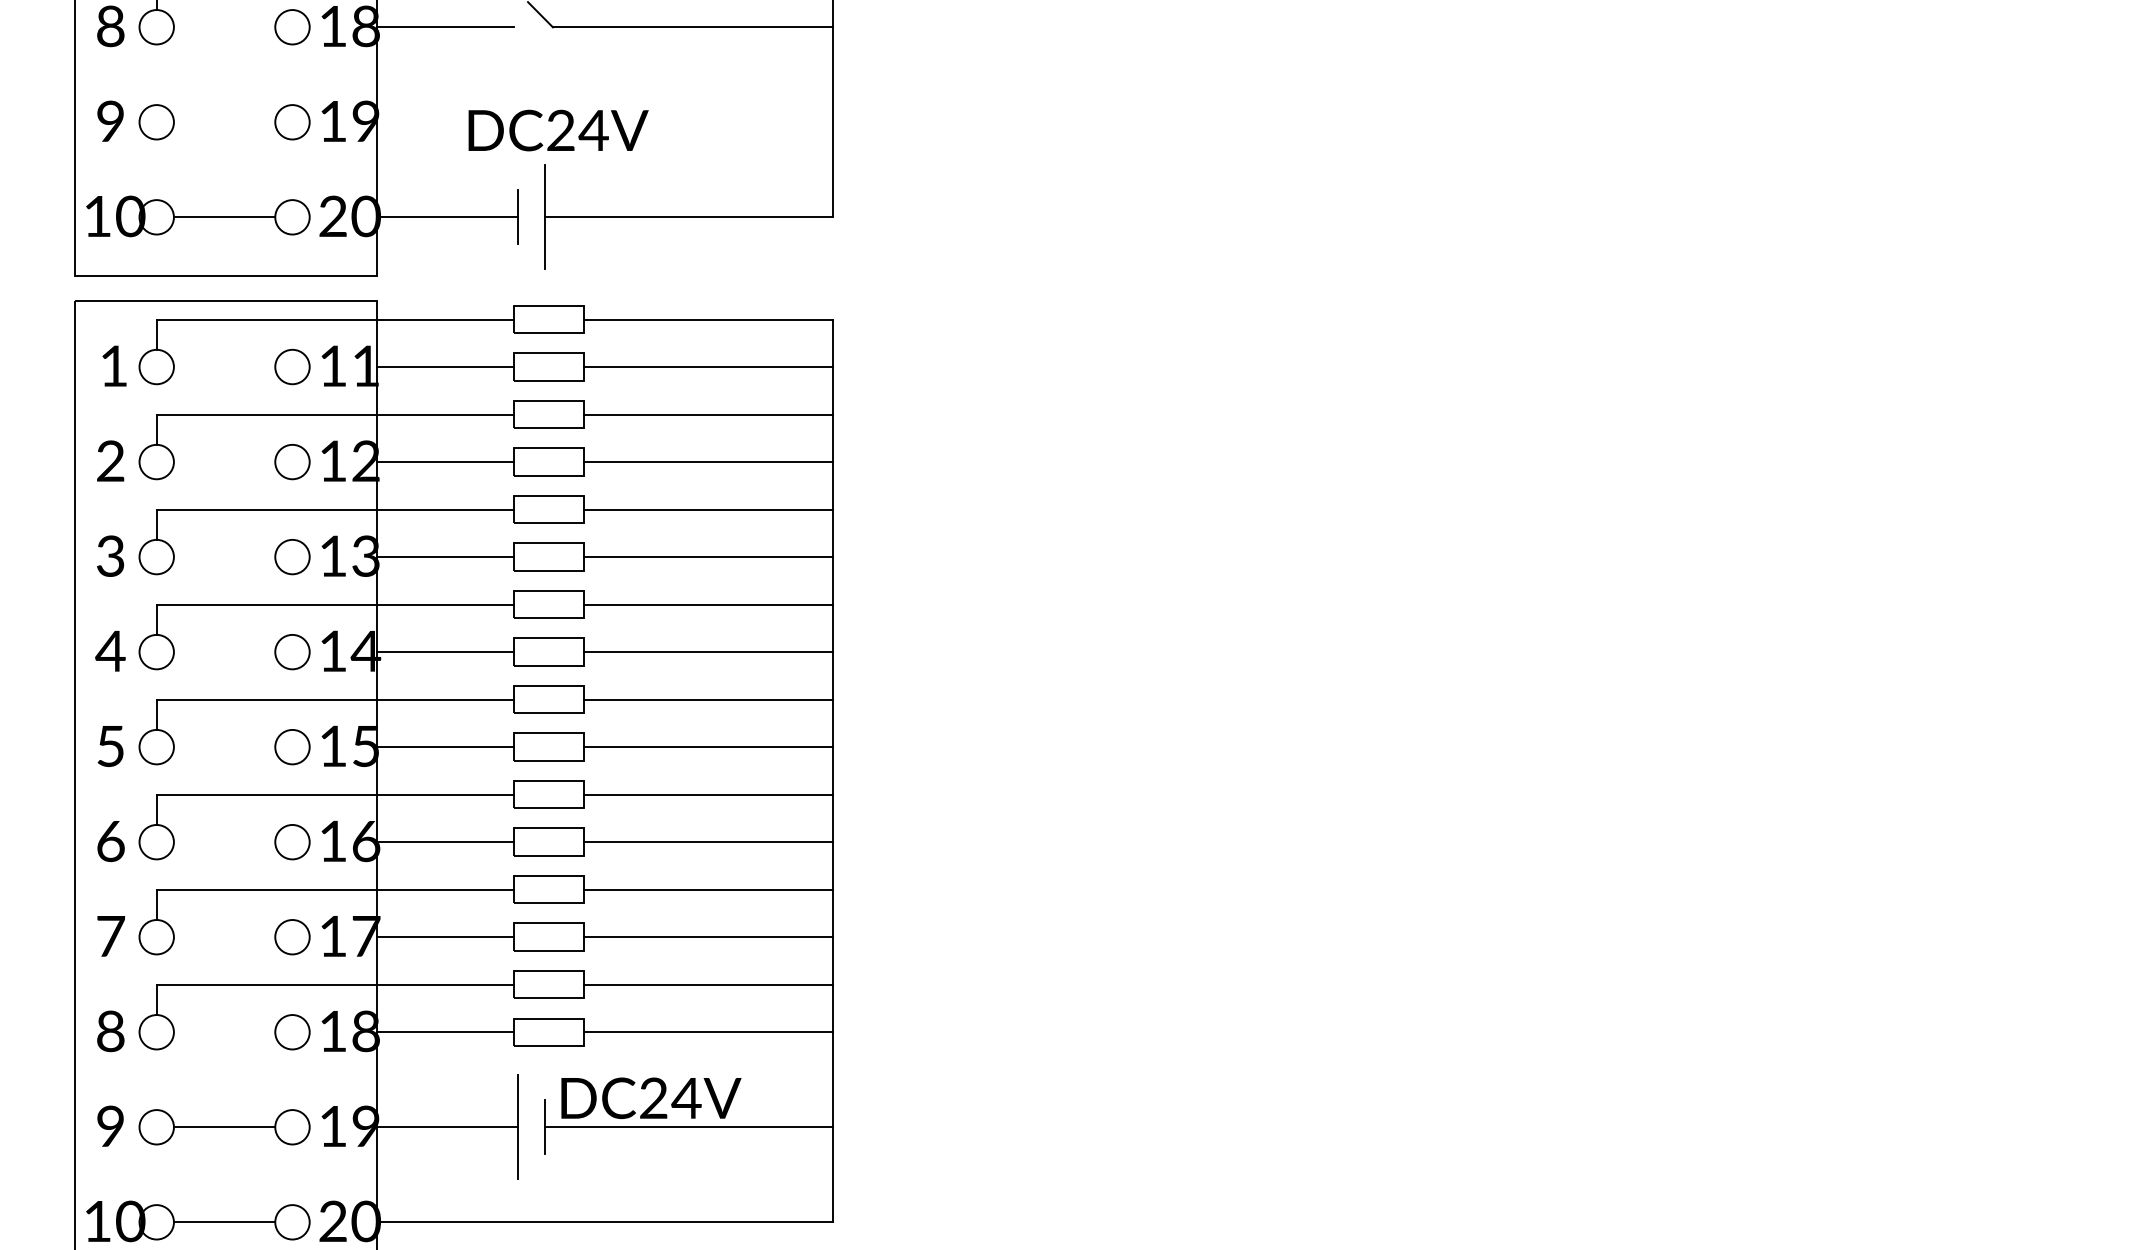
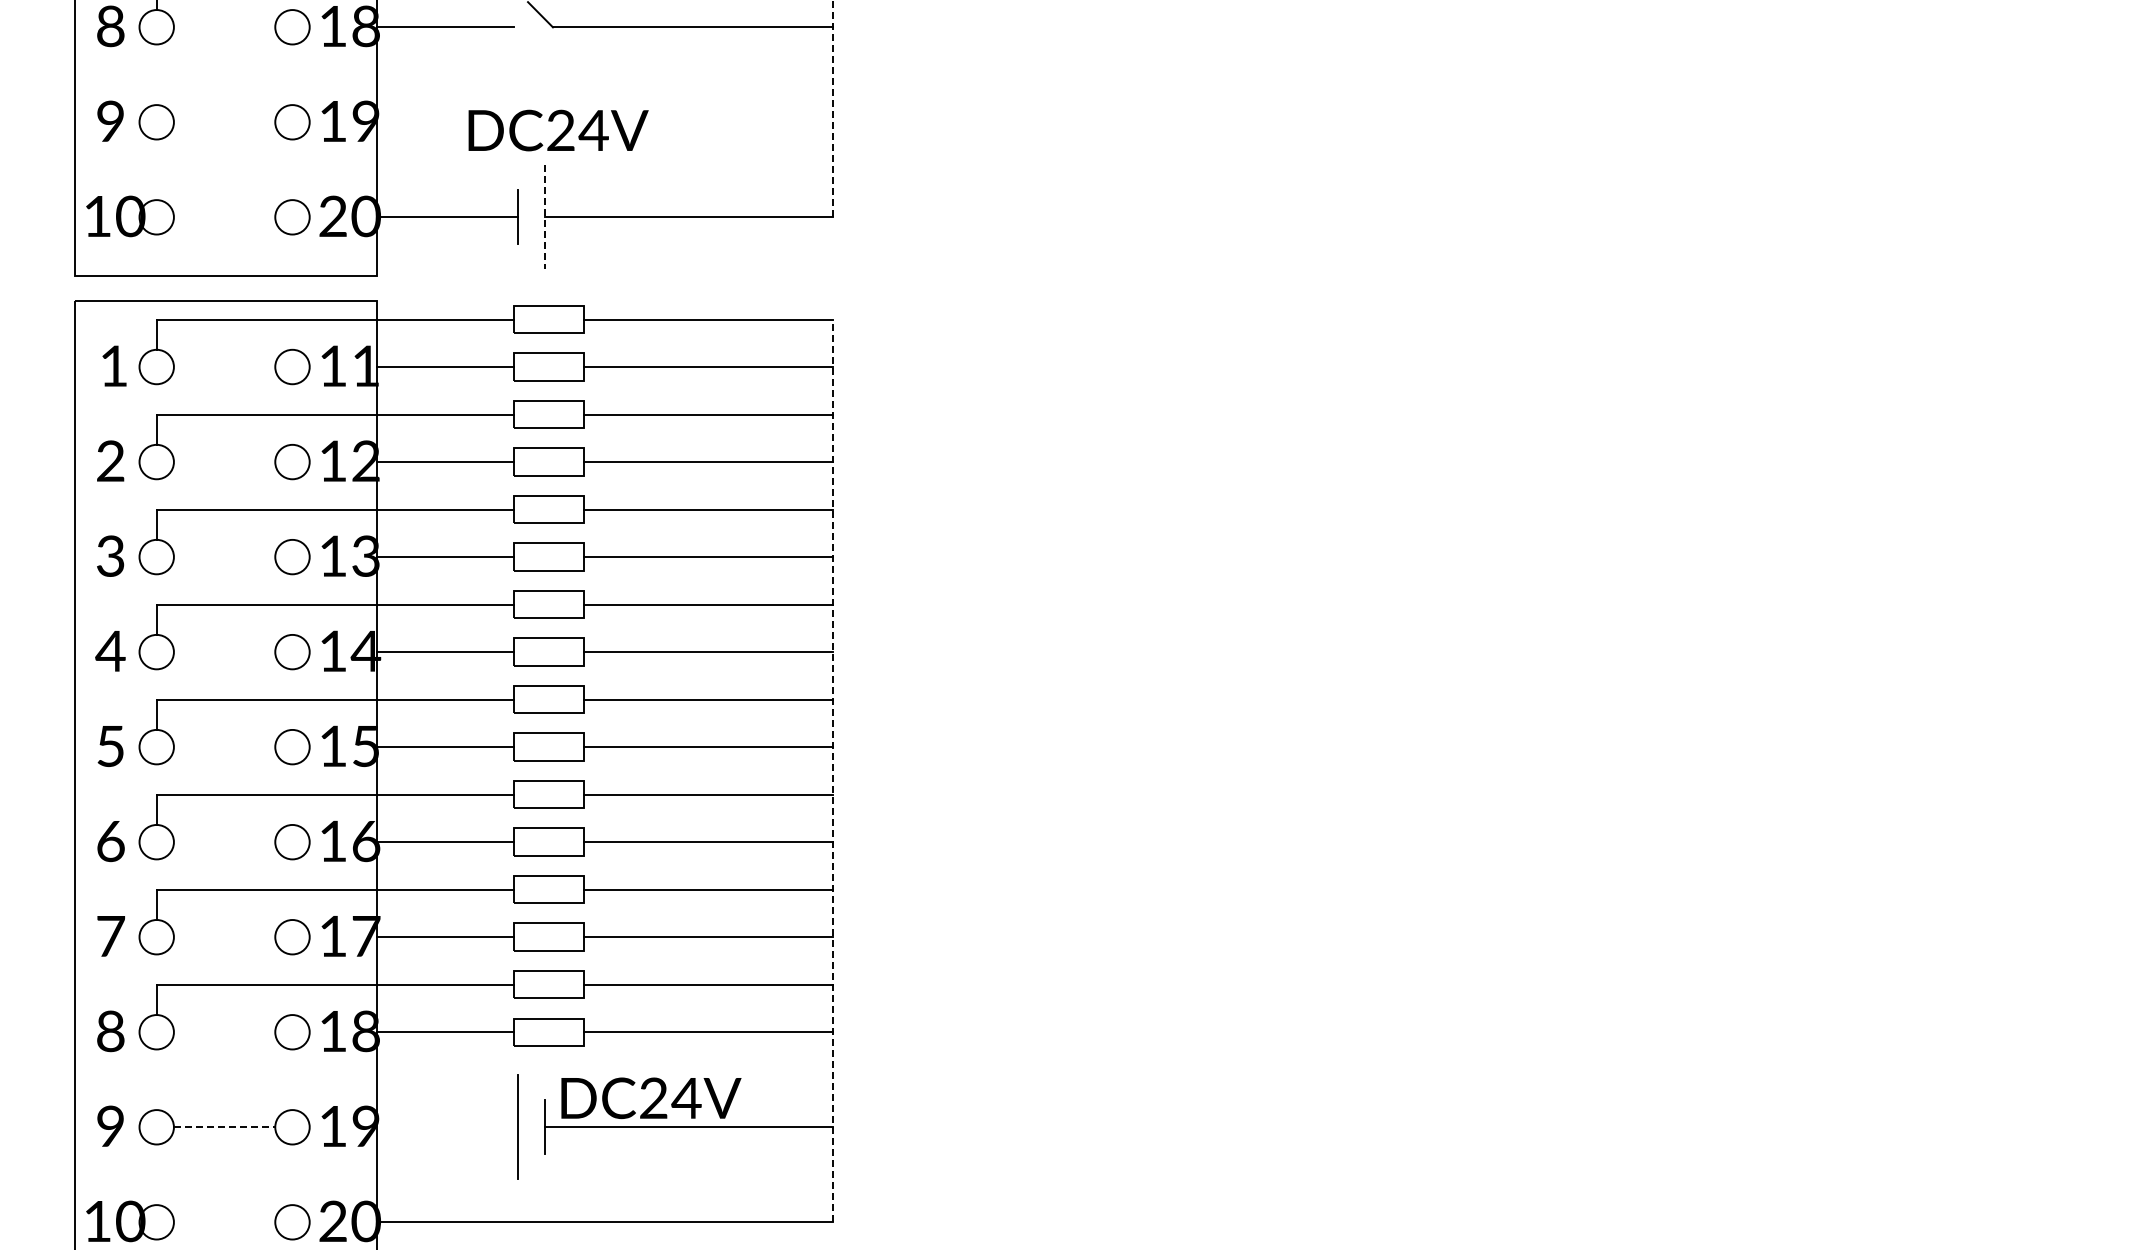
line at (832, 108): solid -> dashed
line at (224, 217): present -> none
line at (544, 217): solid -> dashed
line at (832, 770): solid -> dashed
line at (224, 1127): solid -> dashed
line at (447, 1127): present -> none
line at (224, 1222): present -> none
